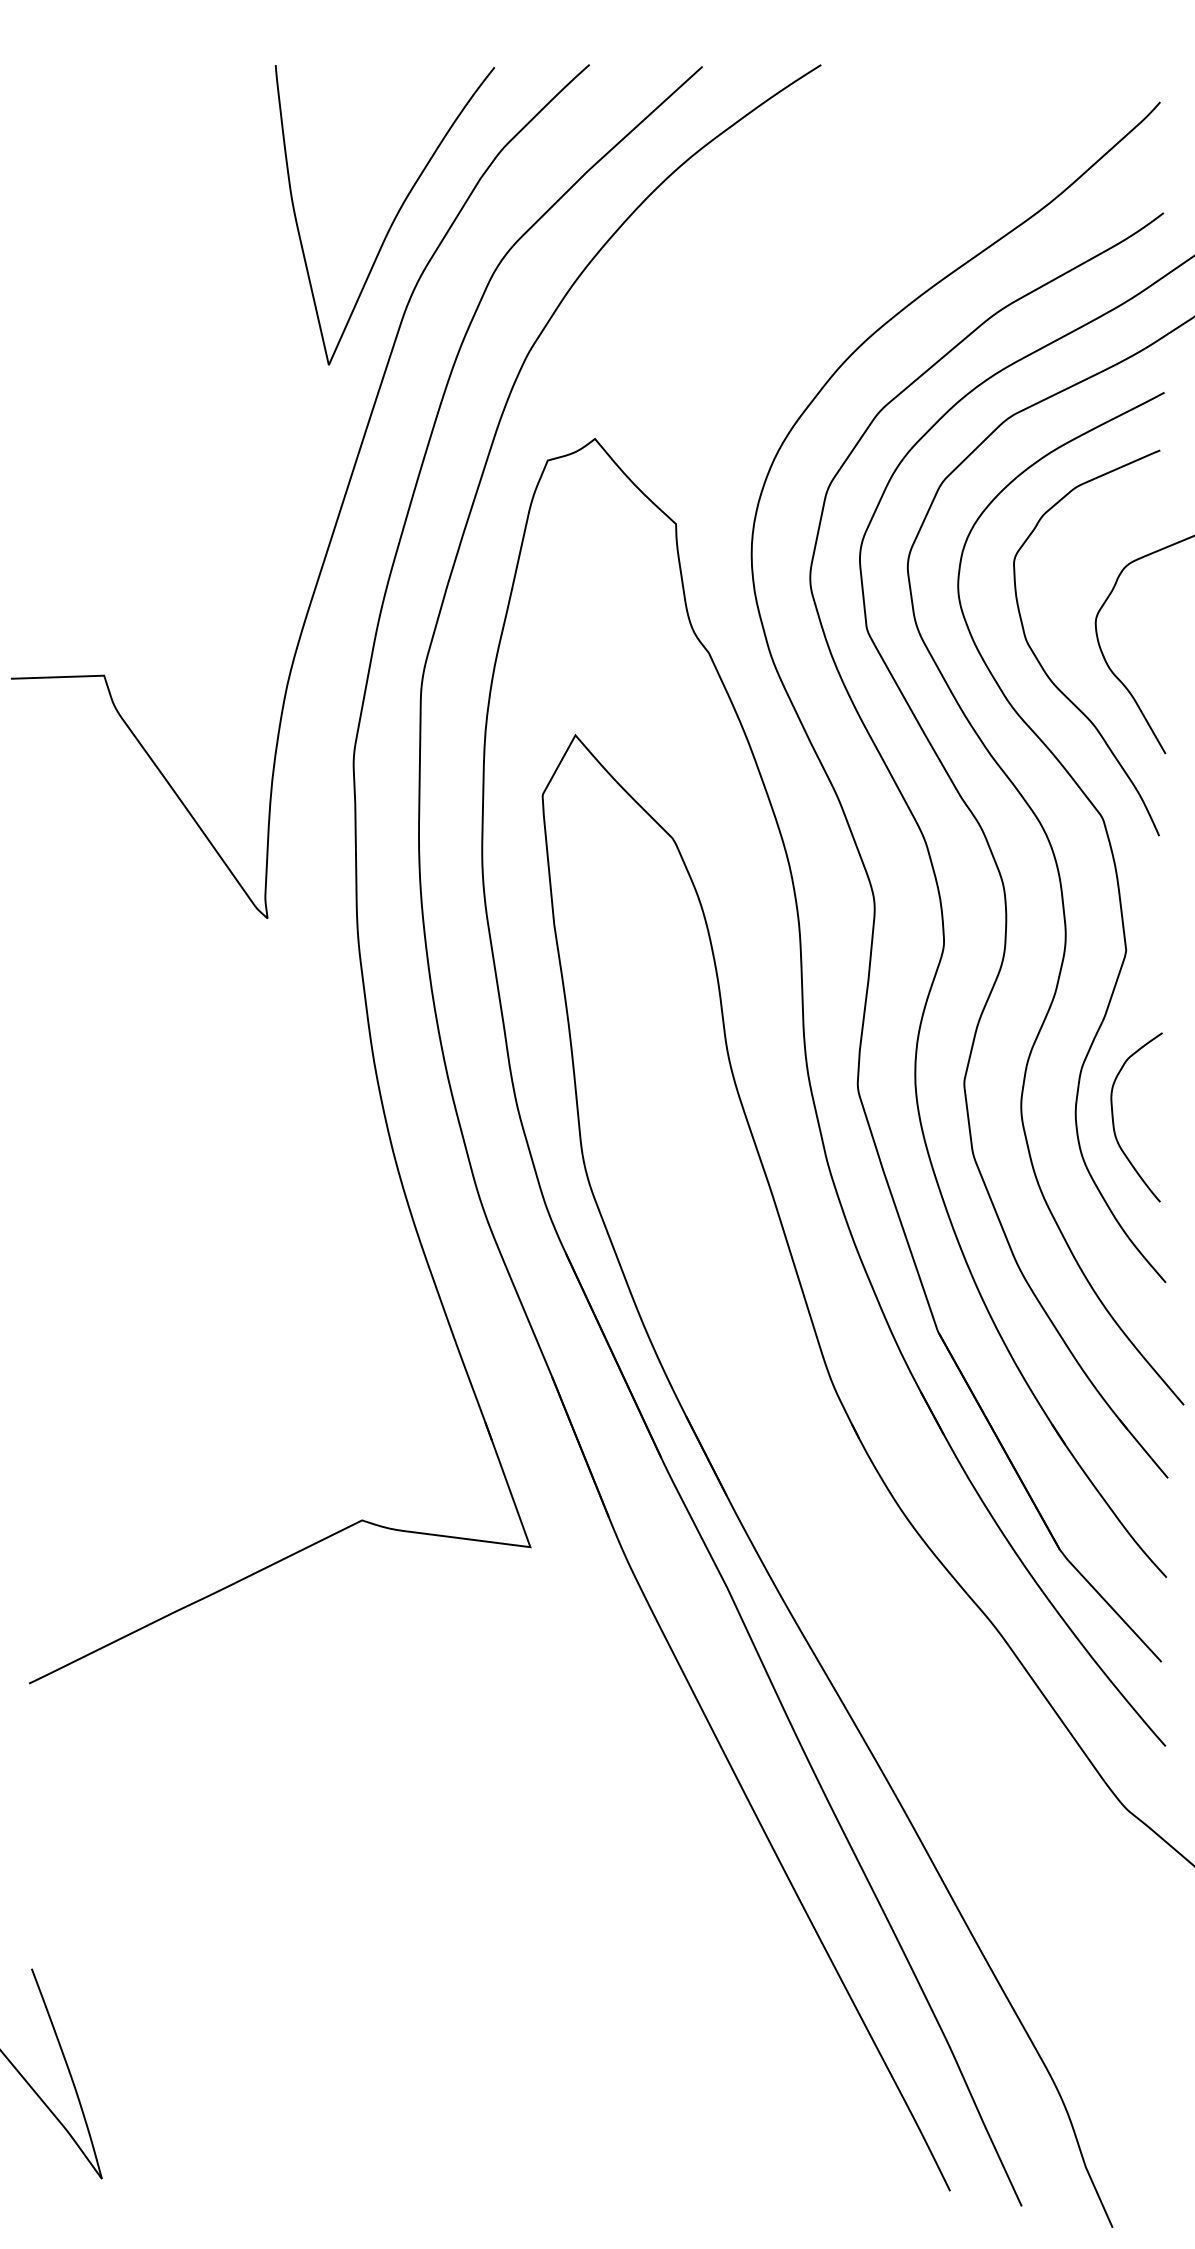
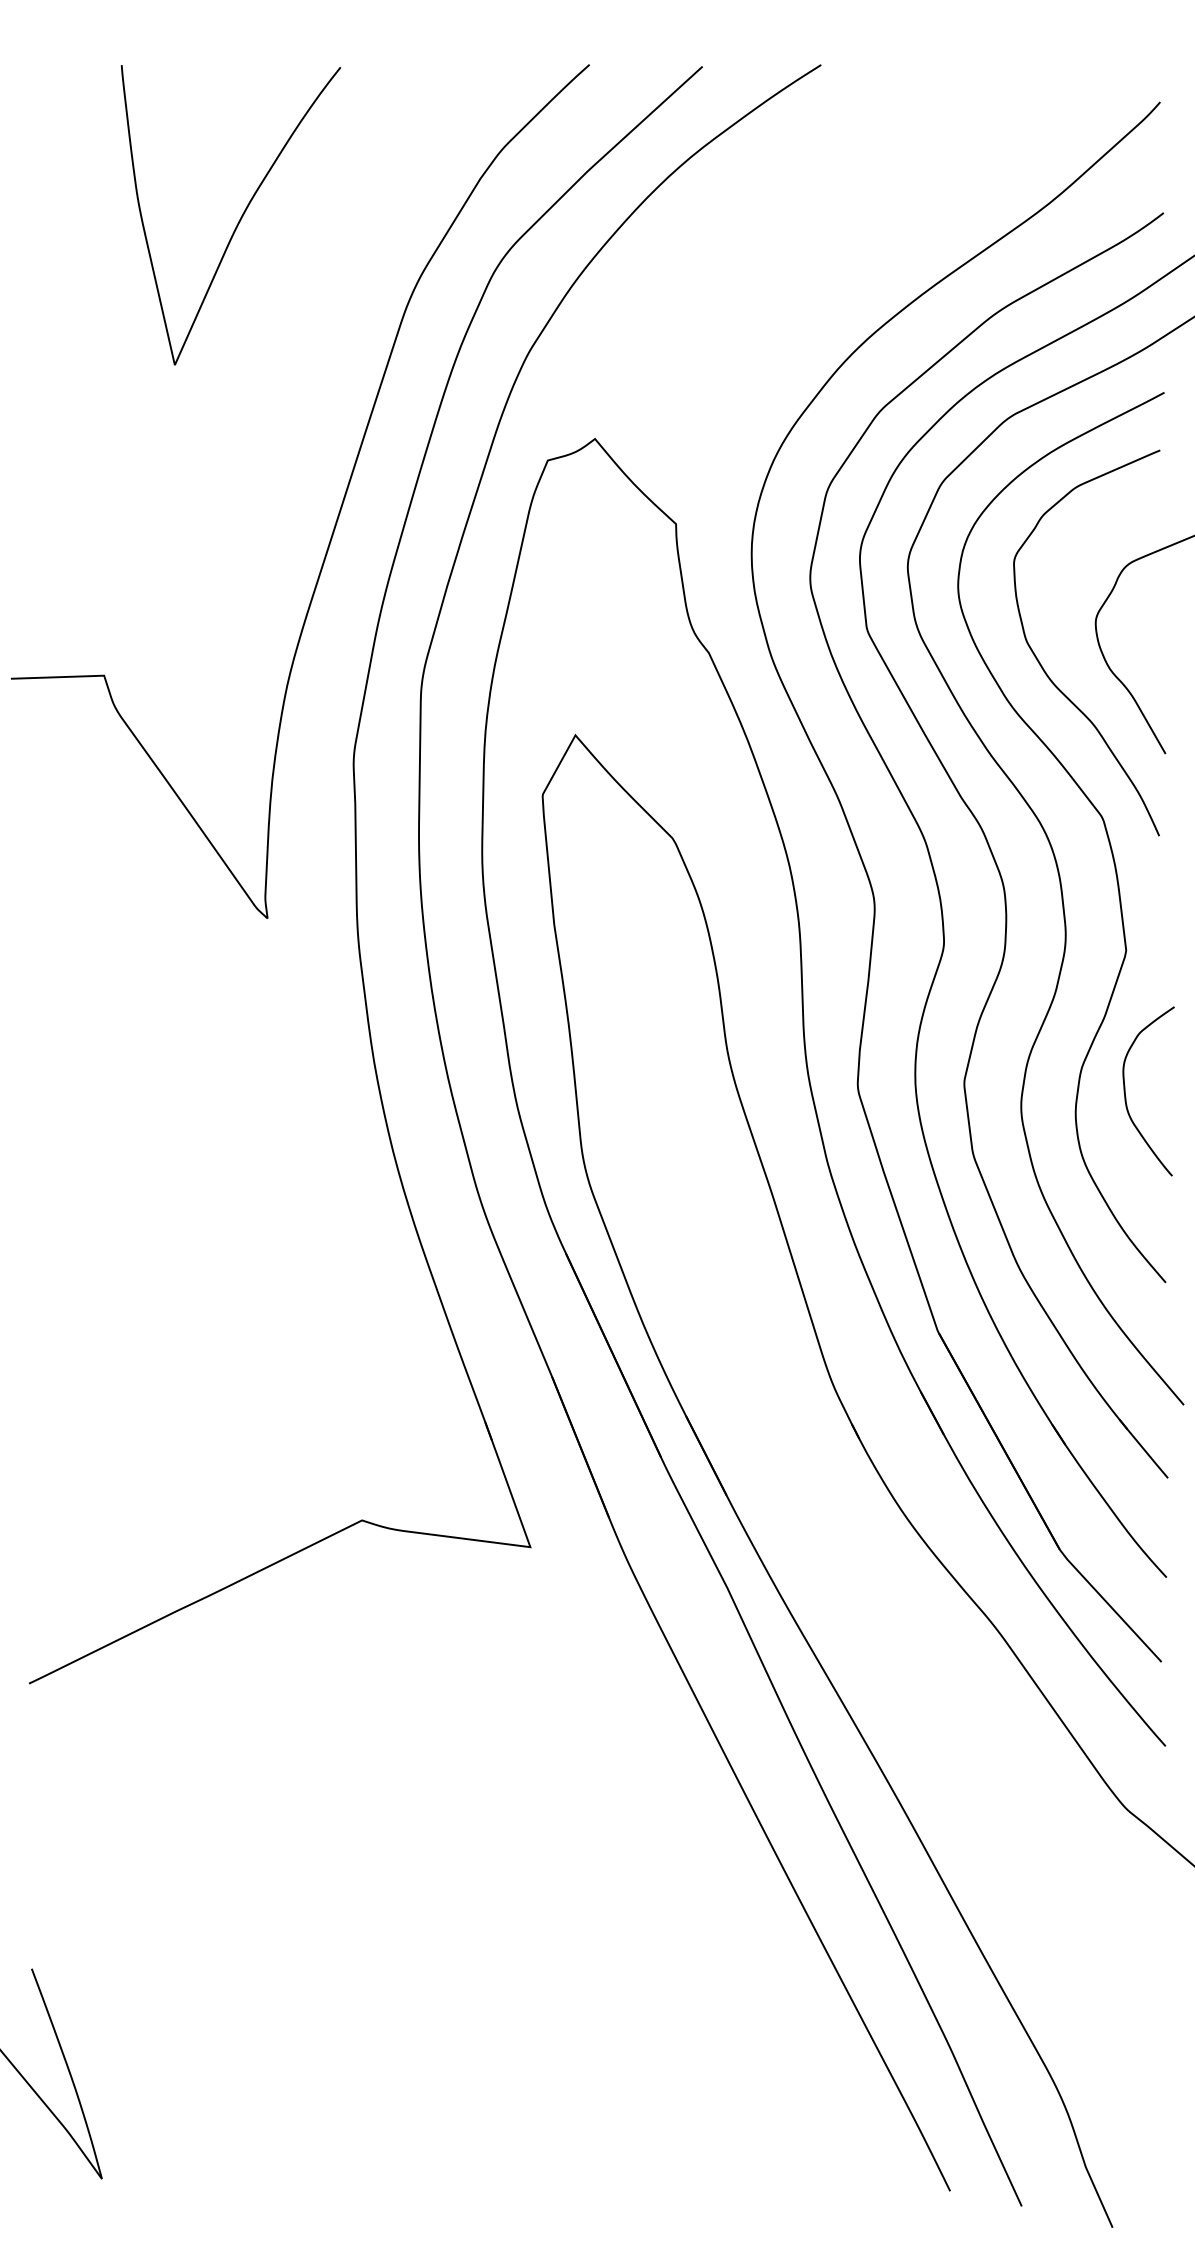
curve at (393, 219) position: (393, 219) -> (239, 219)
curve at (1114, 1122) position: (1114, 1122) -> (1126, 1096)
